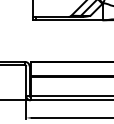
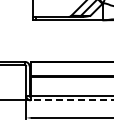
line at (71, 100): solid -> dashed
